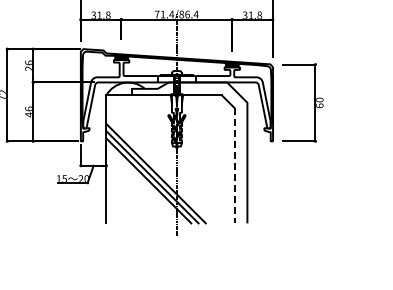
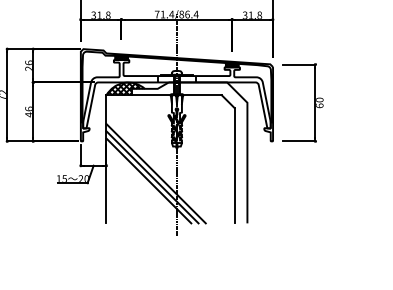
hatch at (124, 88): none -> present
line at (234, 165): dashed -> solid
